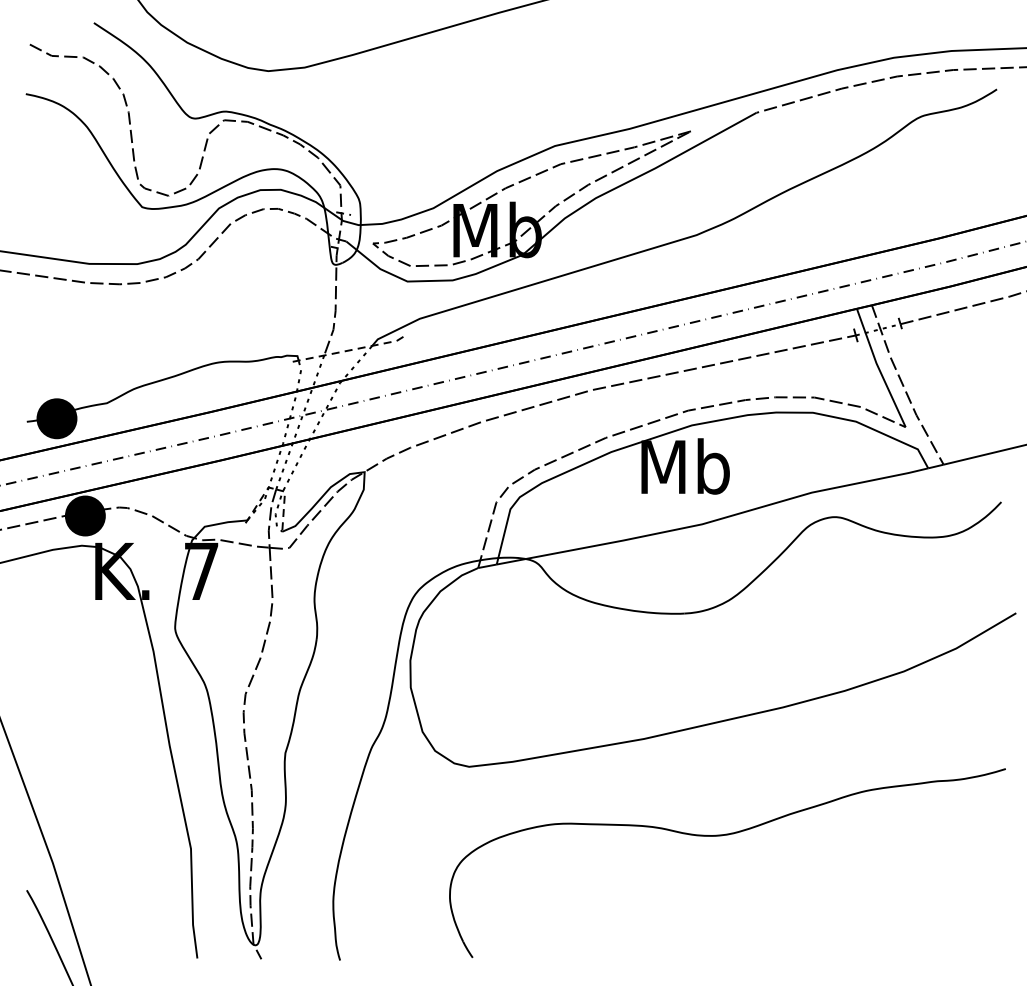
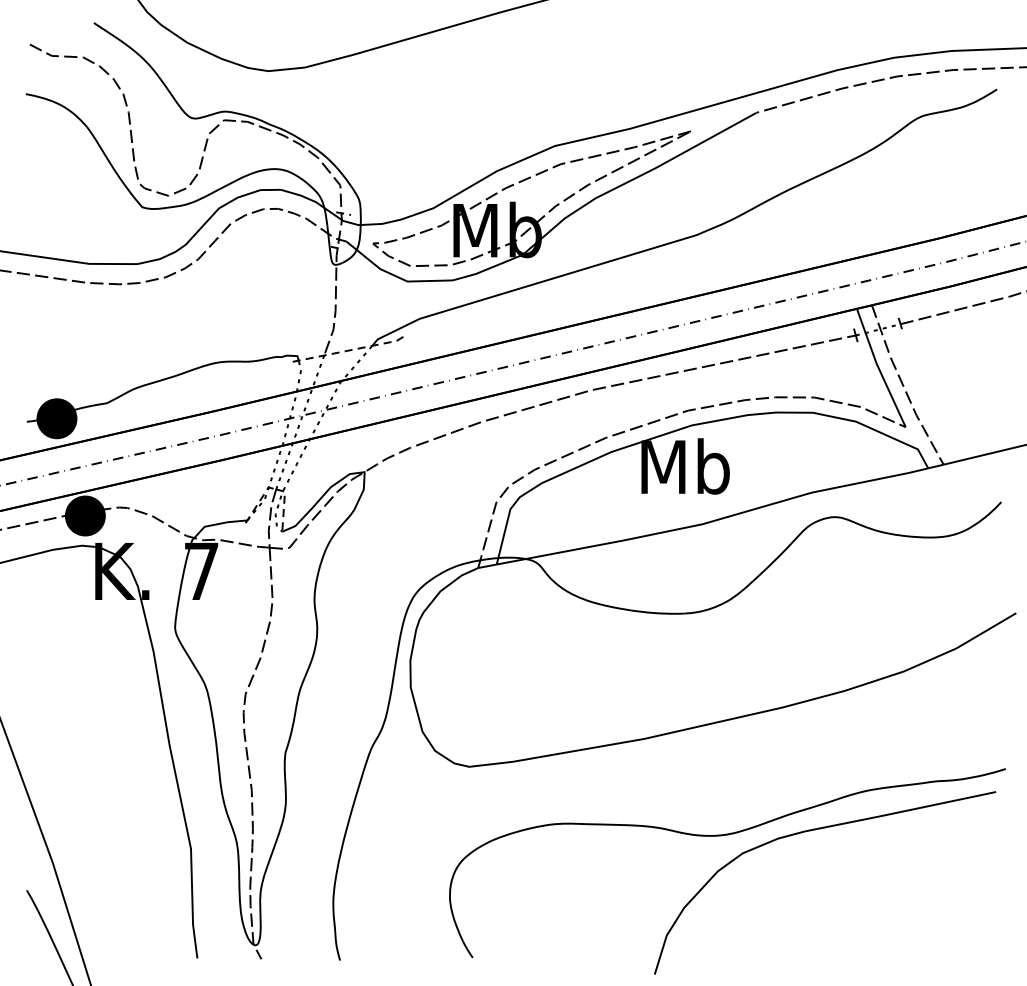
curve at (815, 830): none -> present
